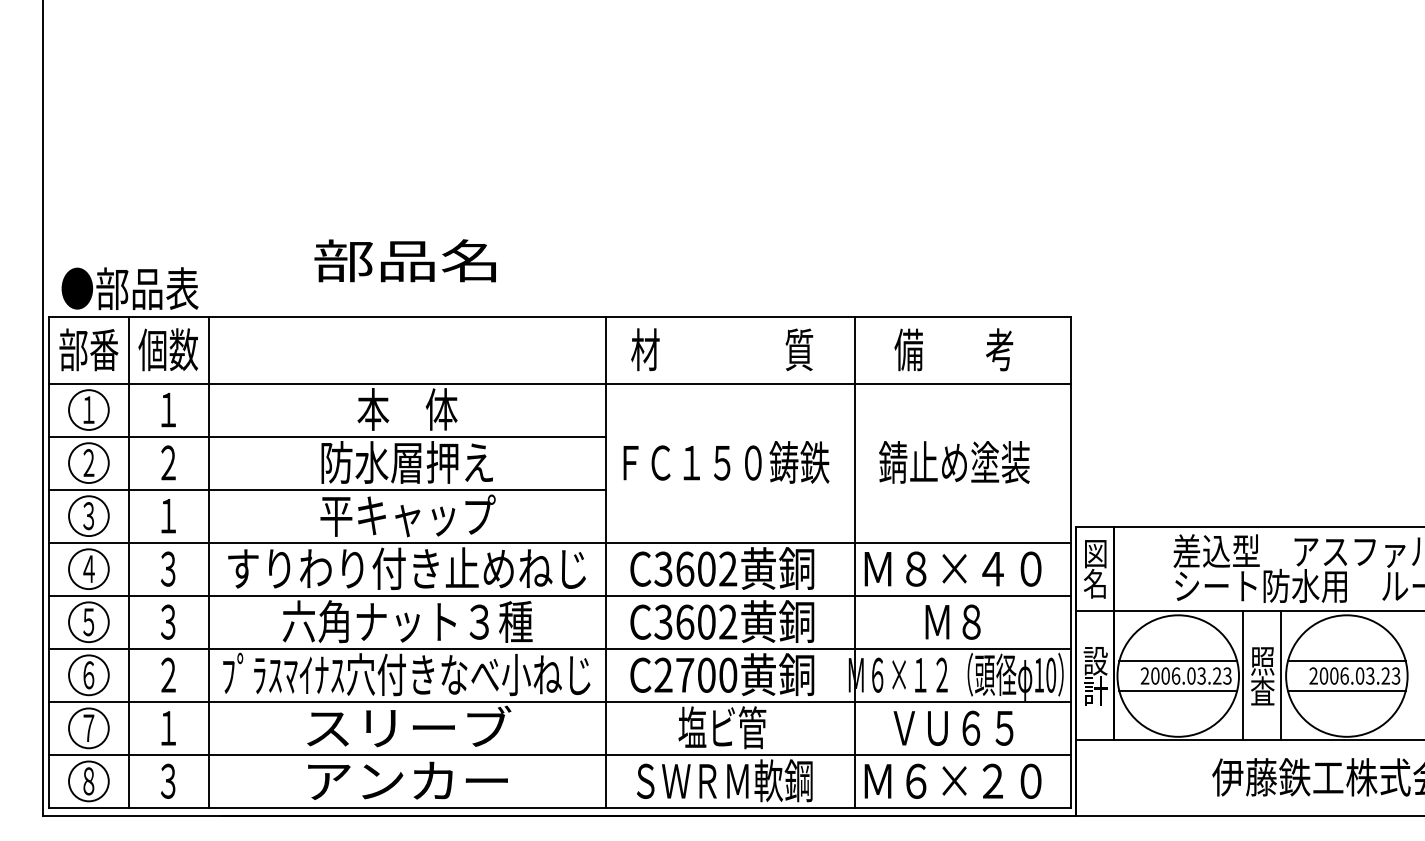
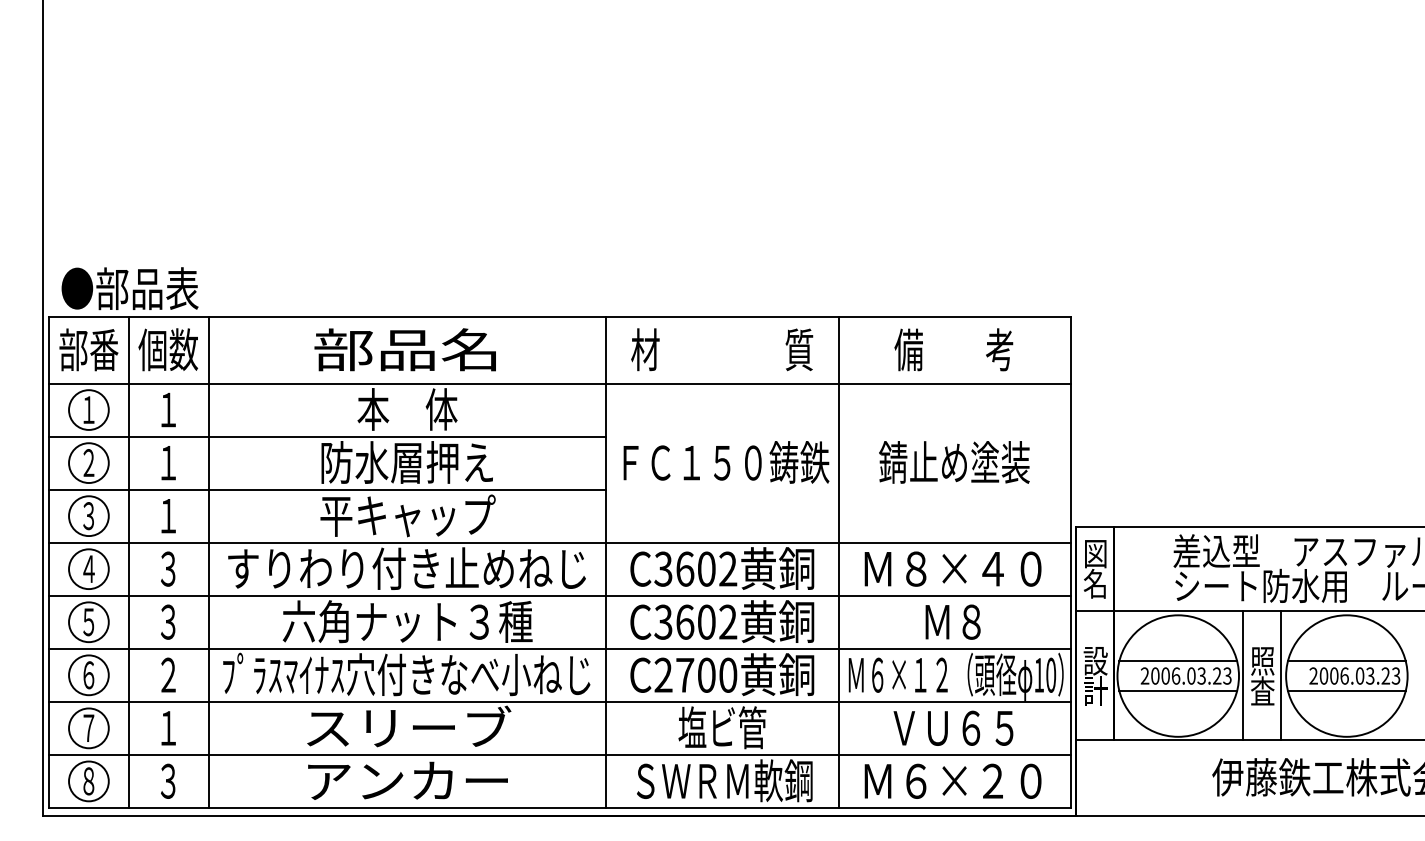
text at (404, 260) position: (404, 260) -> (404, 349)
text at (168, 462): ２ -> １
line at (854, 562) position: (854, 562) -> (838, 562)
